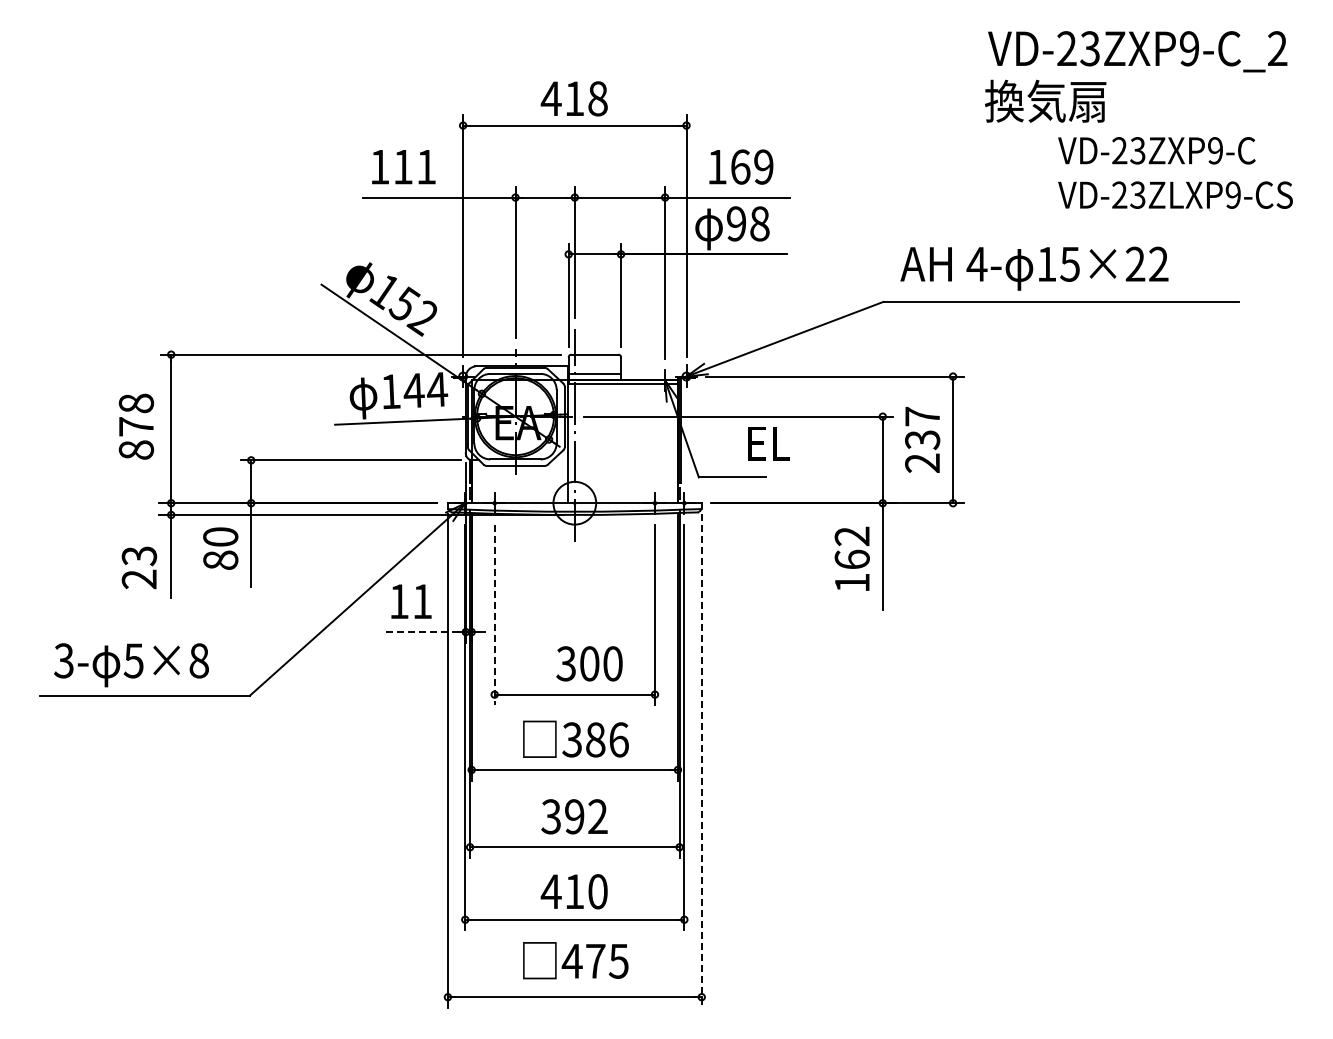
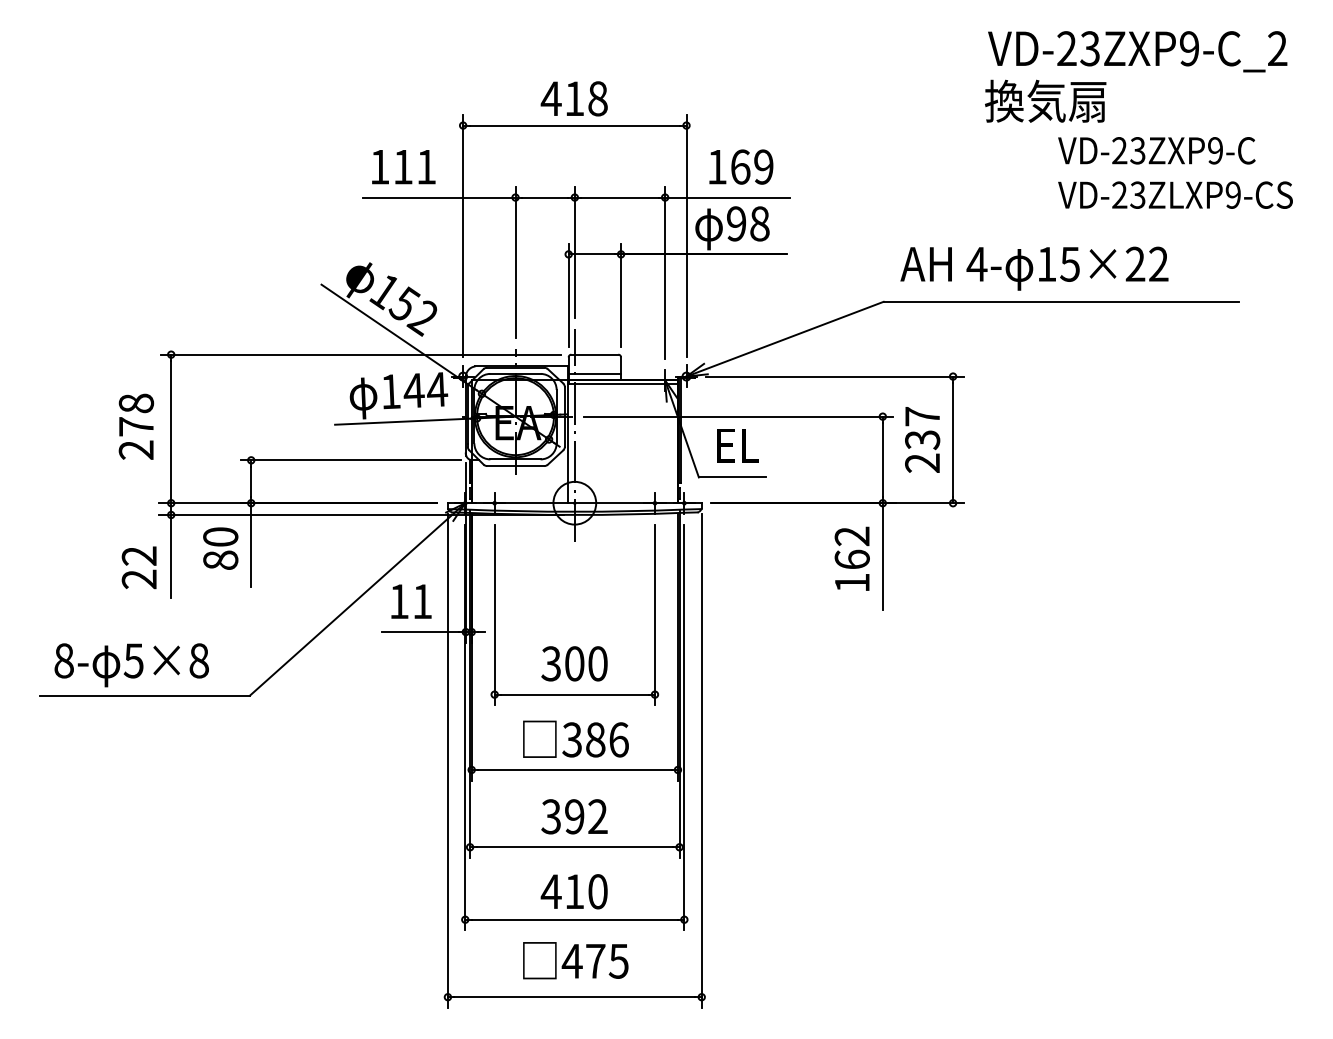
text at (768, 443) position: (768, 443) -> (737, 445)
text at (136, 449): 878 -> 278
text at (139, 556): 23 -> 22
line at (494, 615): dashed -> solid
line at (420, 632): dashed -> solid
text at (63, 660): 3- -> 8-
text at (589, 663) position: (589, 663) -> (574, 663)
line at (701, 760): dashed -> solid
